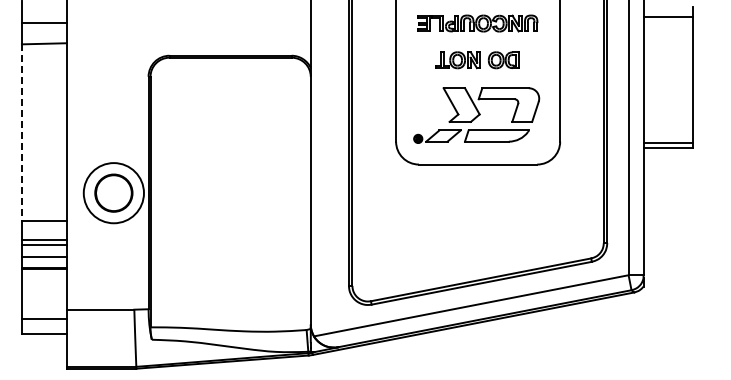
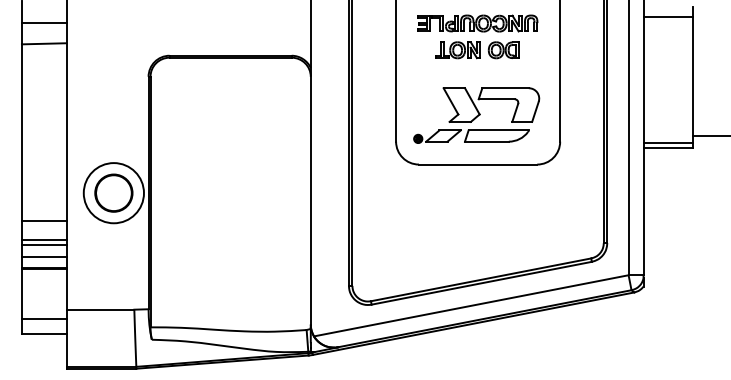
part at (477, 60) position: (477, 60) -> (477, 50)
line at (21, 133): dashed -> solid
line at (710, 135): none -> present
